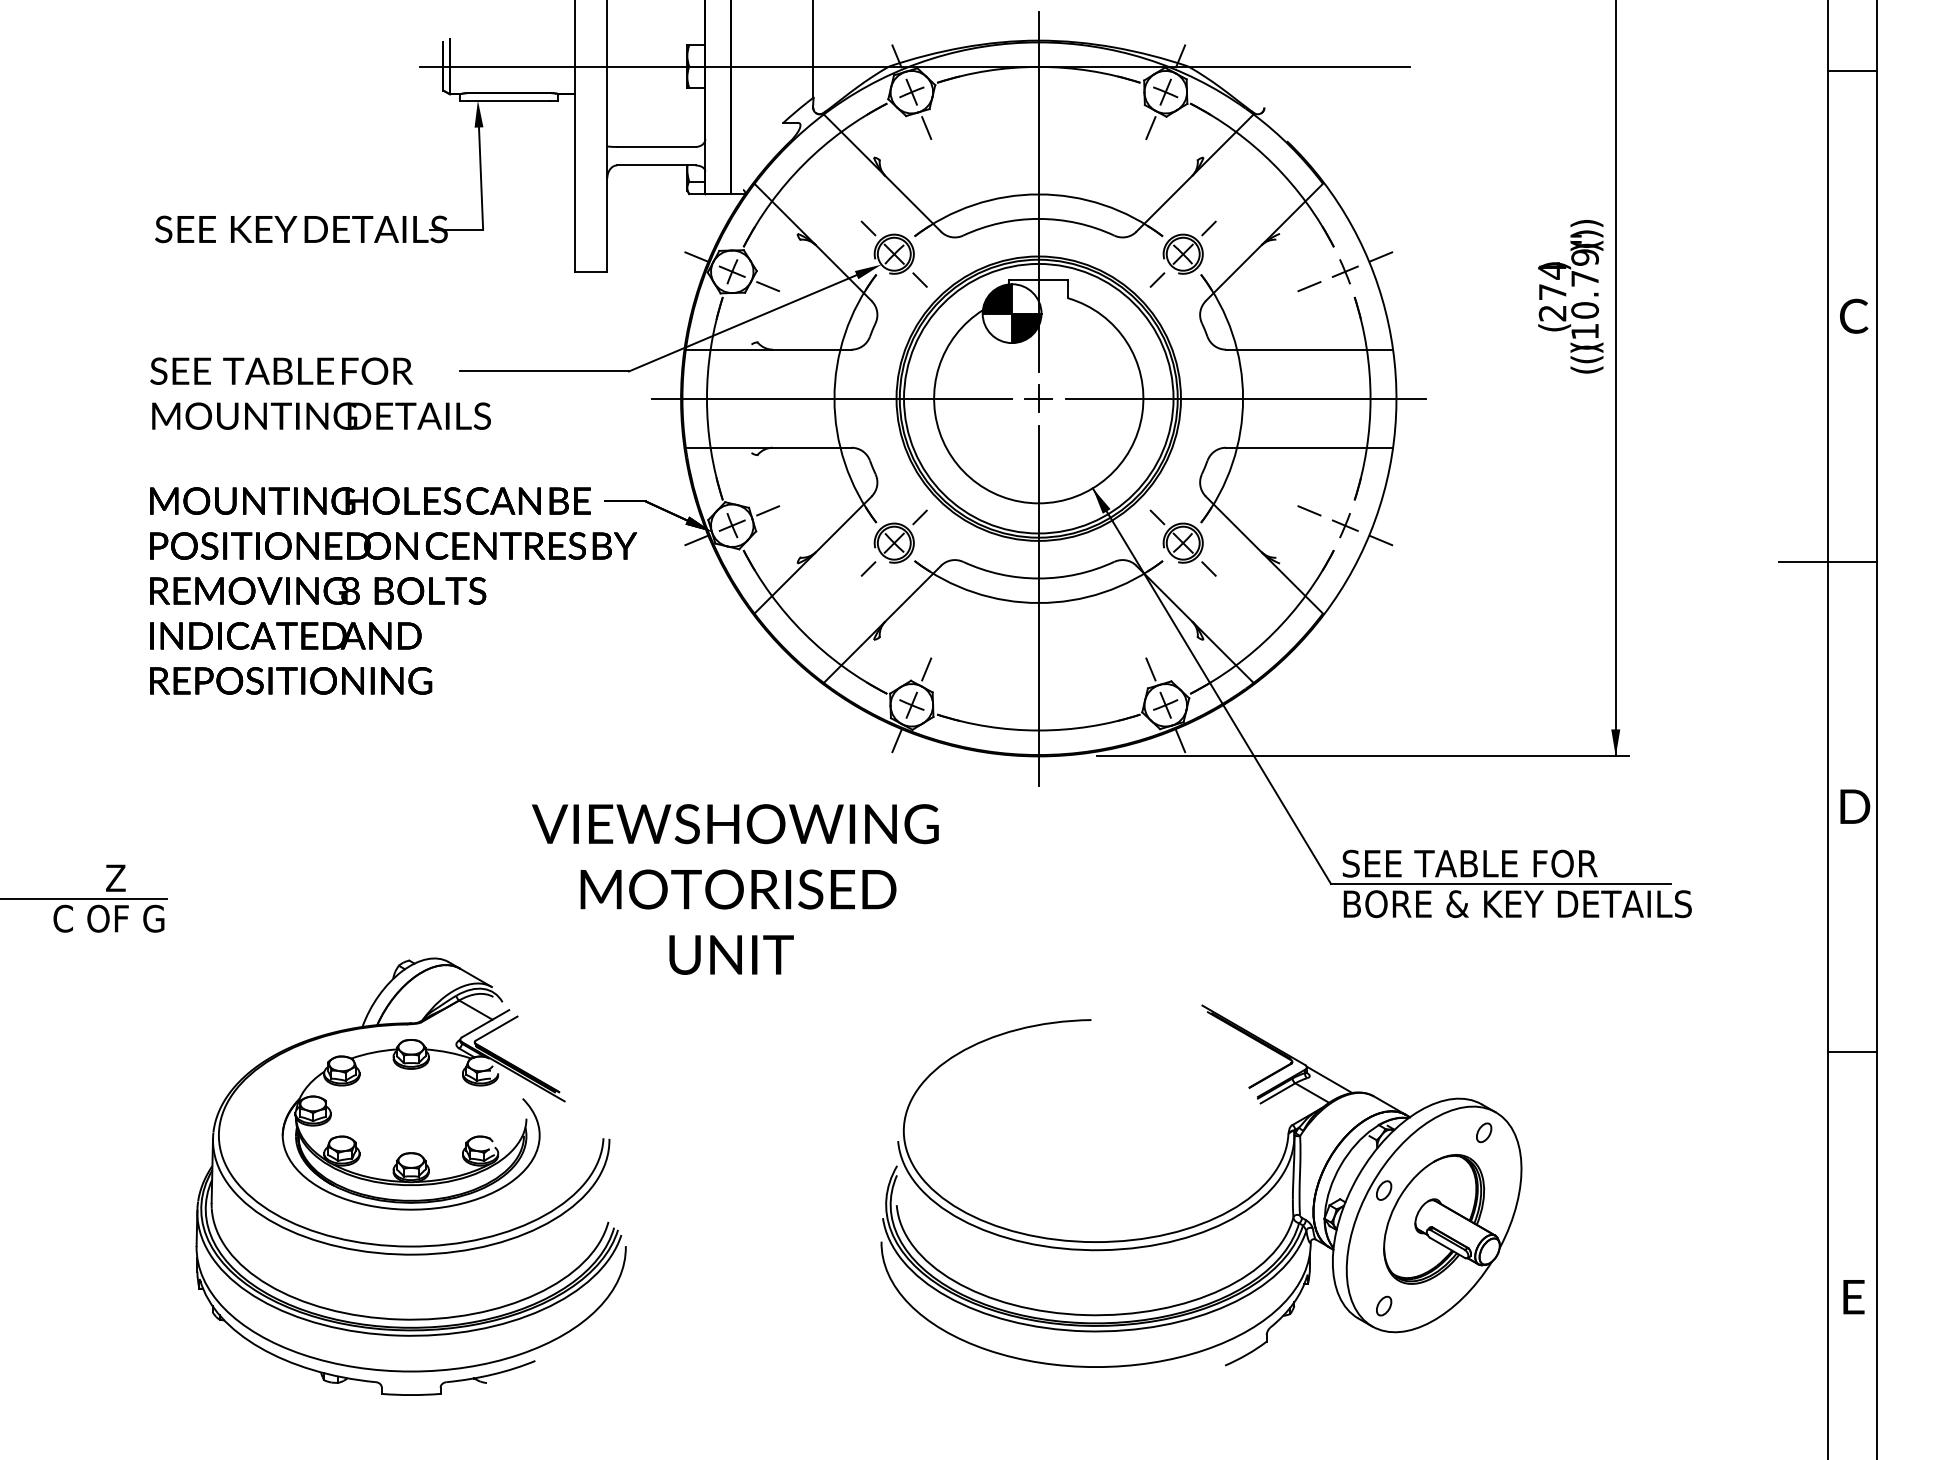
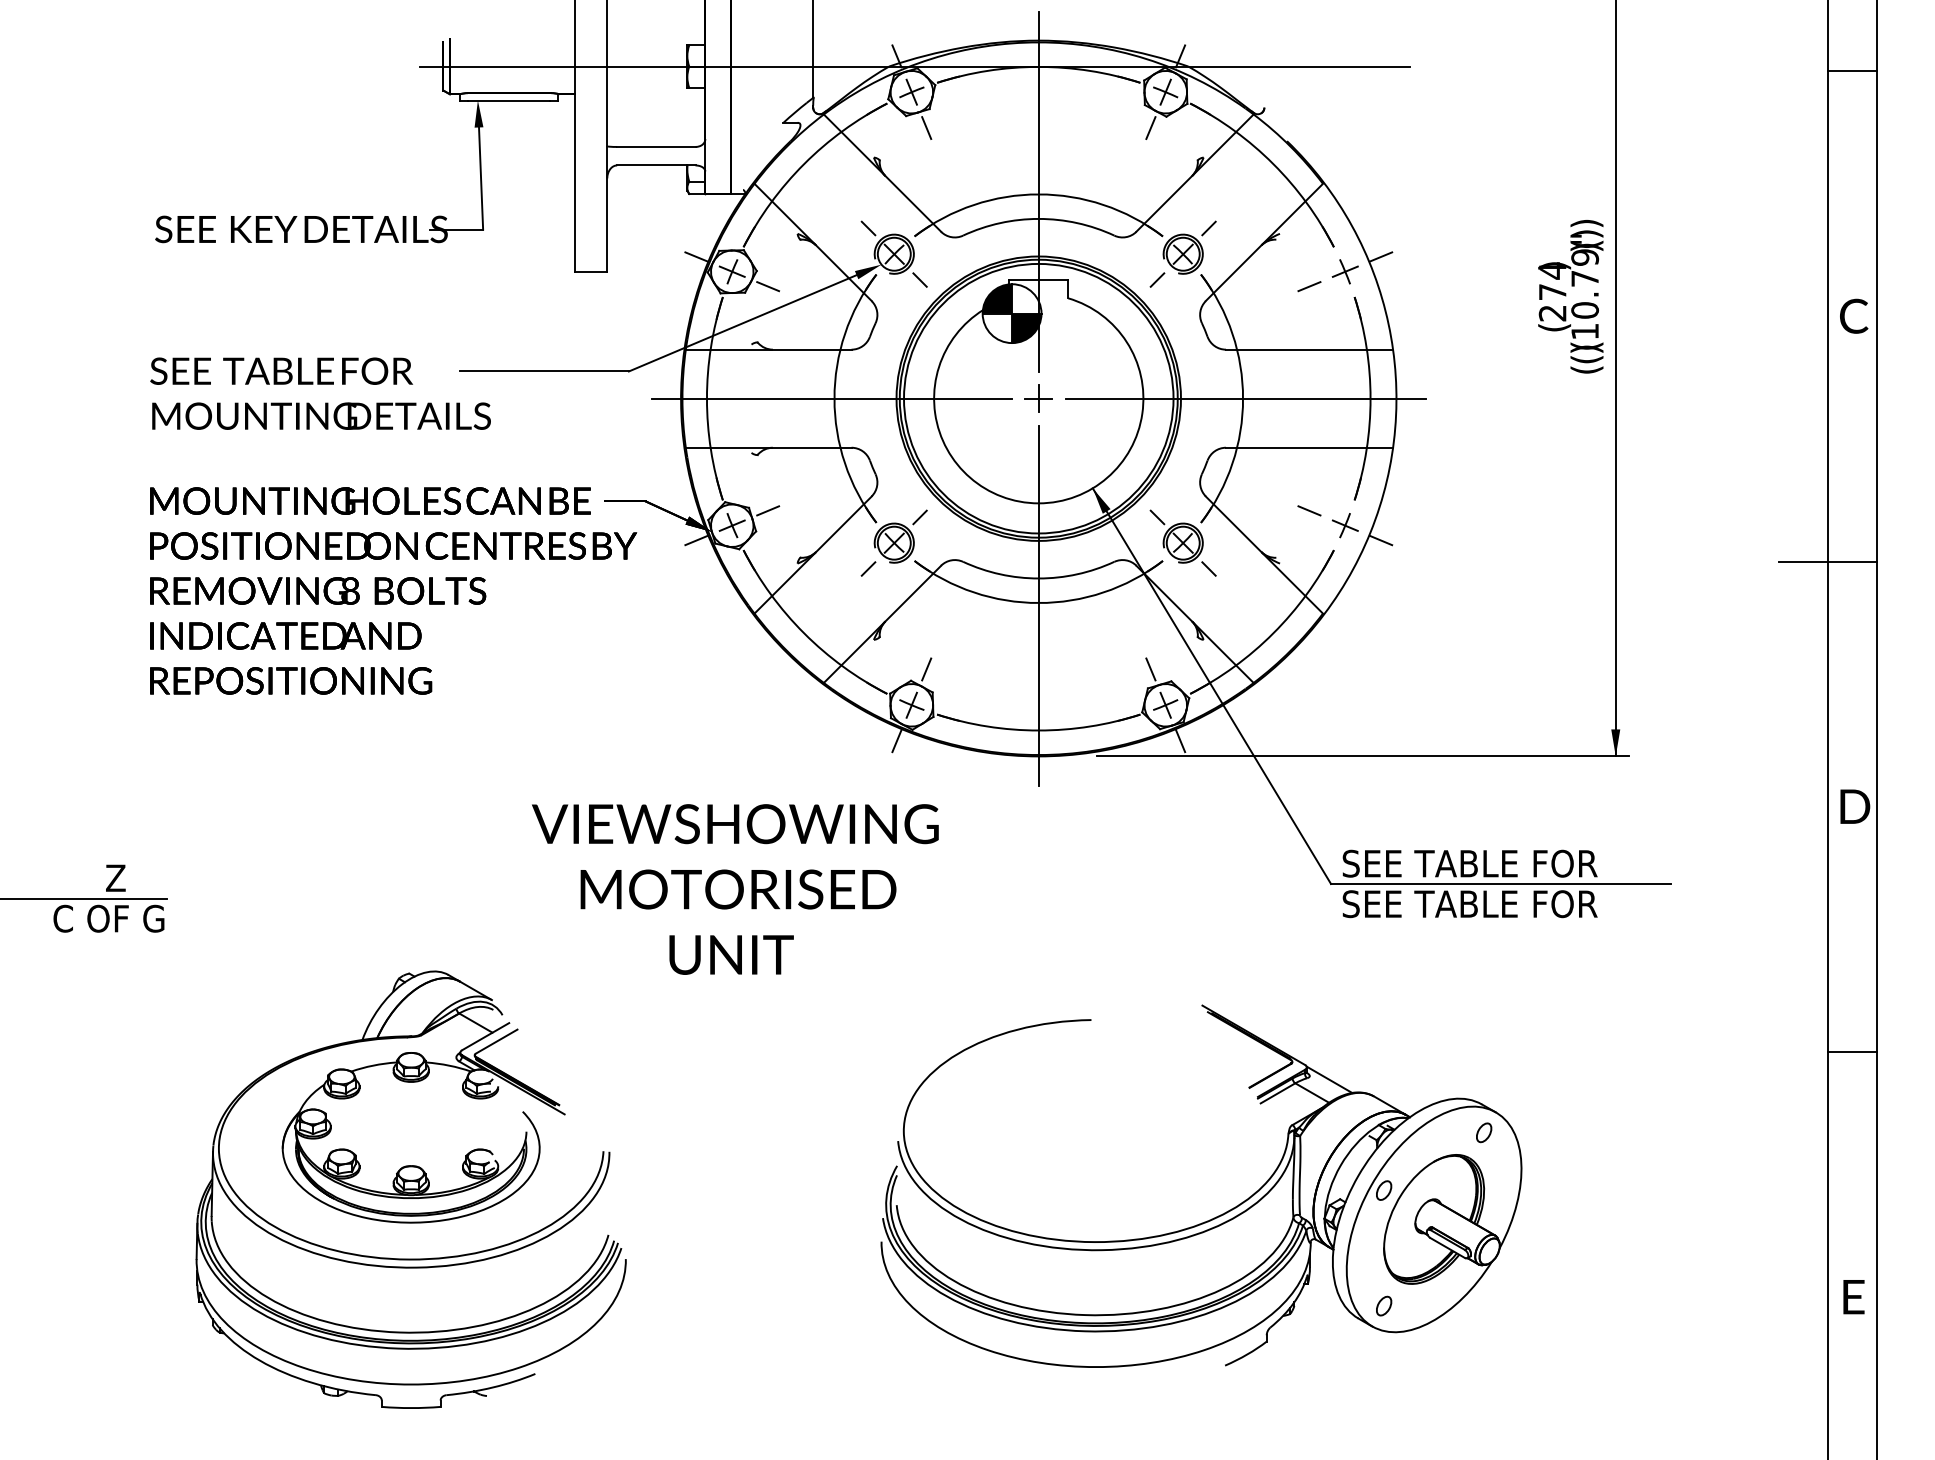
text at (1516, 904): BORE & KEY DETAILS -> SEE TABLE FOR
part at (410, 1176) position: (410, 1176) -> (410, 1189)
